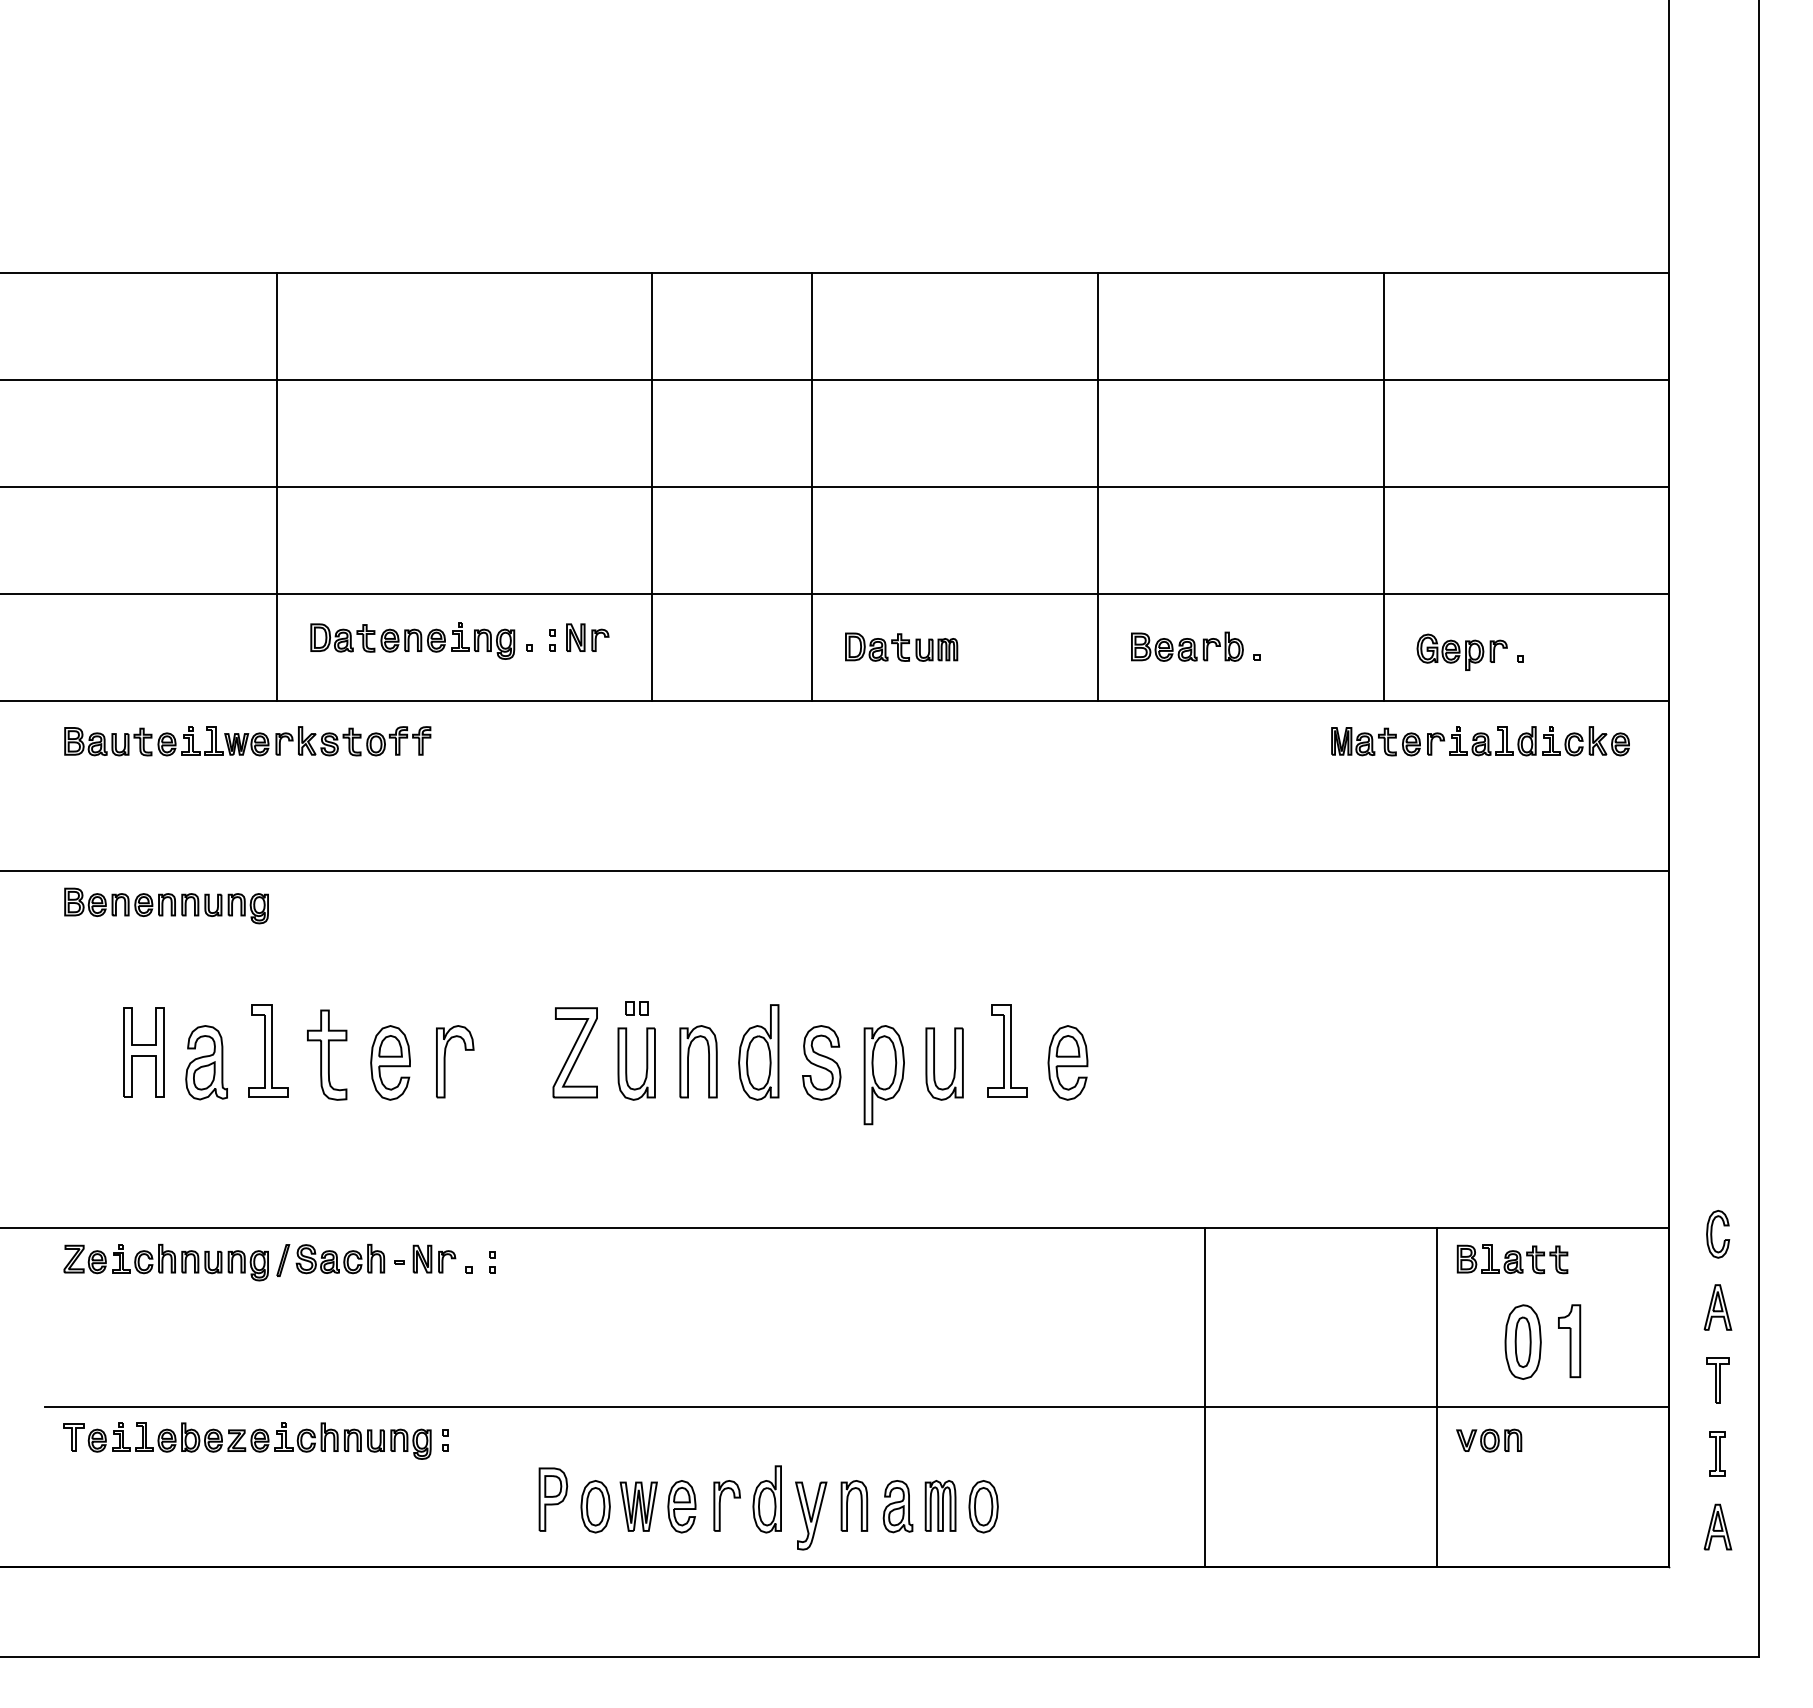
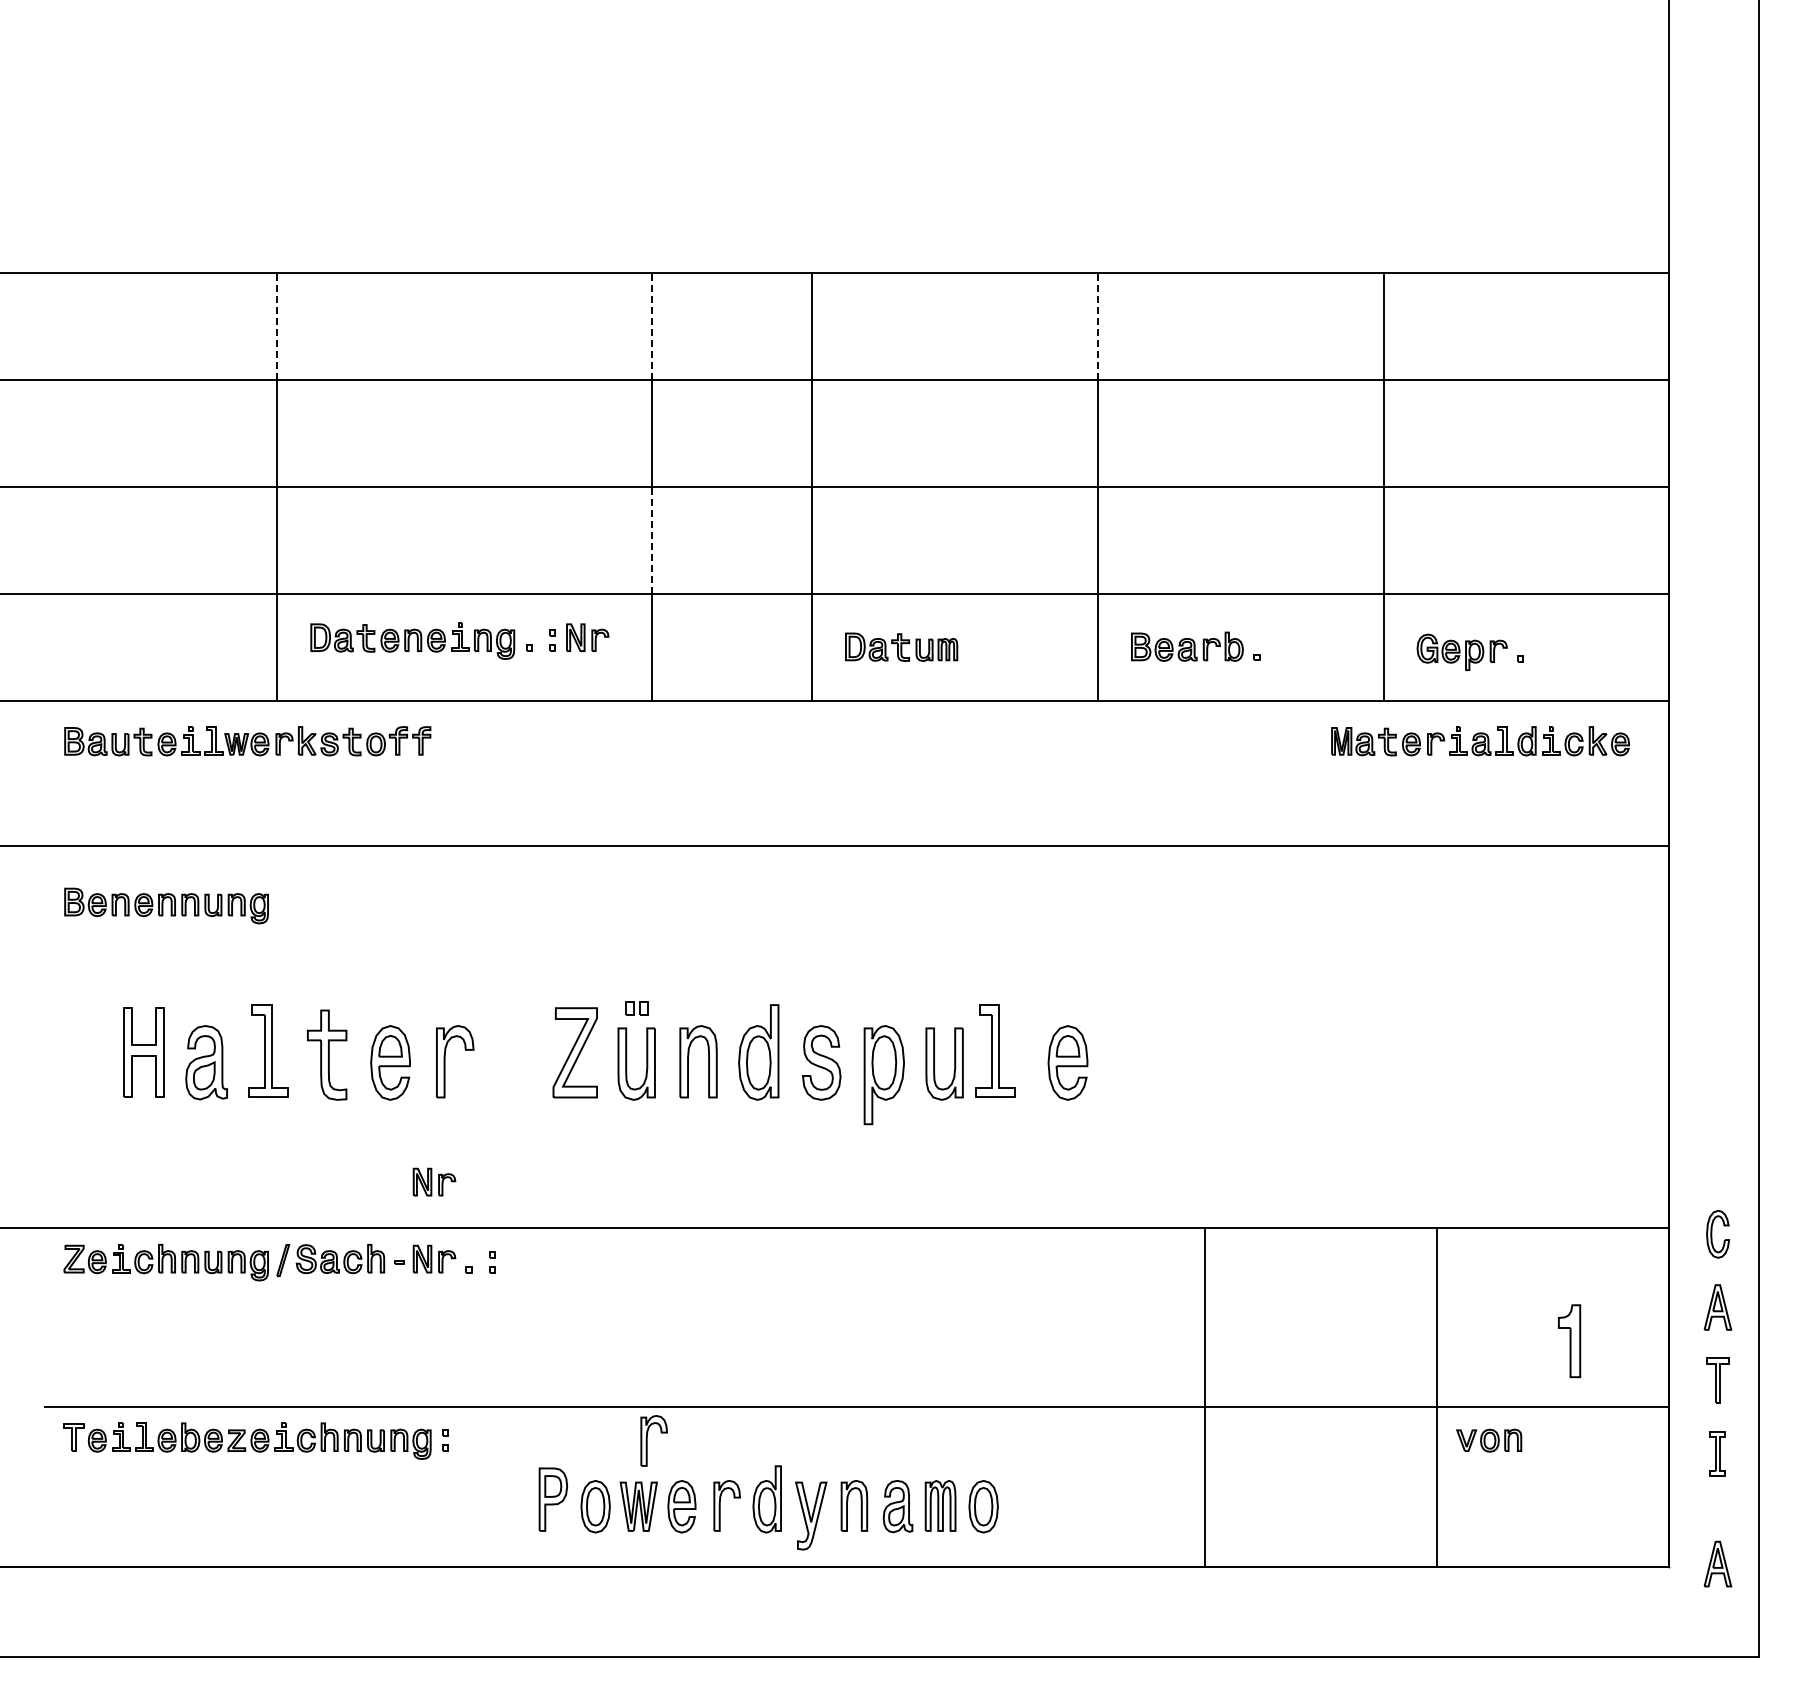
line at (276, 326): solid -> dashed
line at (651, 326): solid -> dashed
line at (1098, 326): solid -> dashed
line at (651, 540): solid -> dashed
line at (835, 871) position: (835, 871) -> (835, 846)
part at (1007, 1050) position: (1007, 1050) -> (995, 1050)
part at (434, 1181): none -> present
part at (1512, 1259): present -> none
part at (1522, 1341): present -> none
part at (653, 1440): none -> present
part at (1717, 1526) position: (1717, 1526) -> (1717, 1563)
